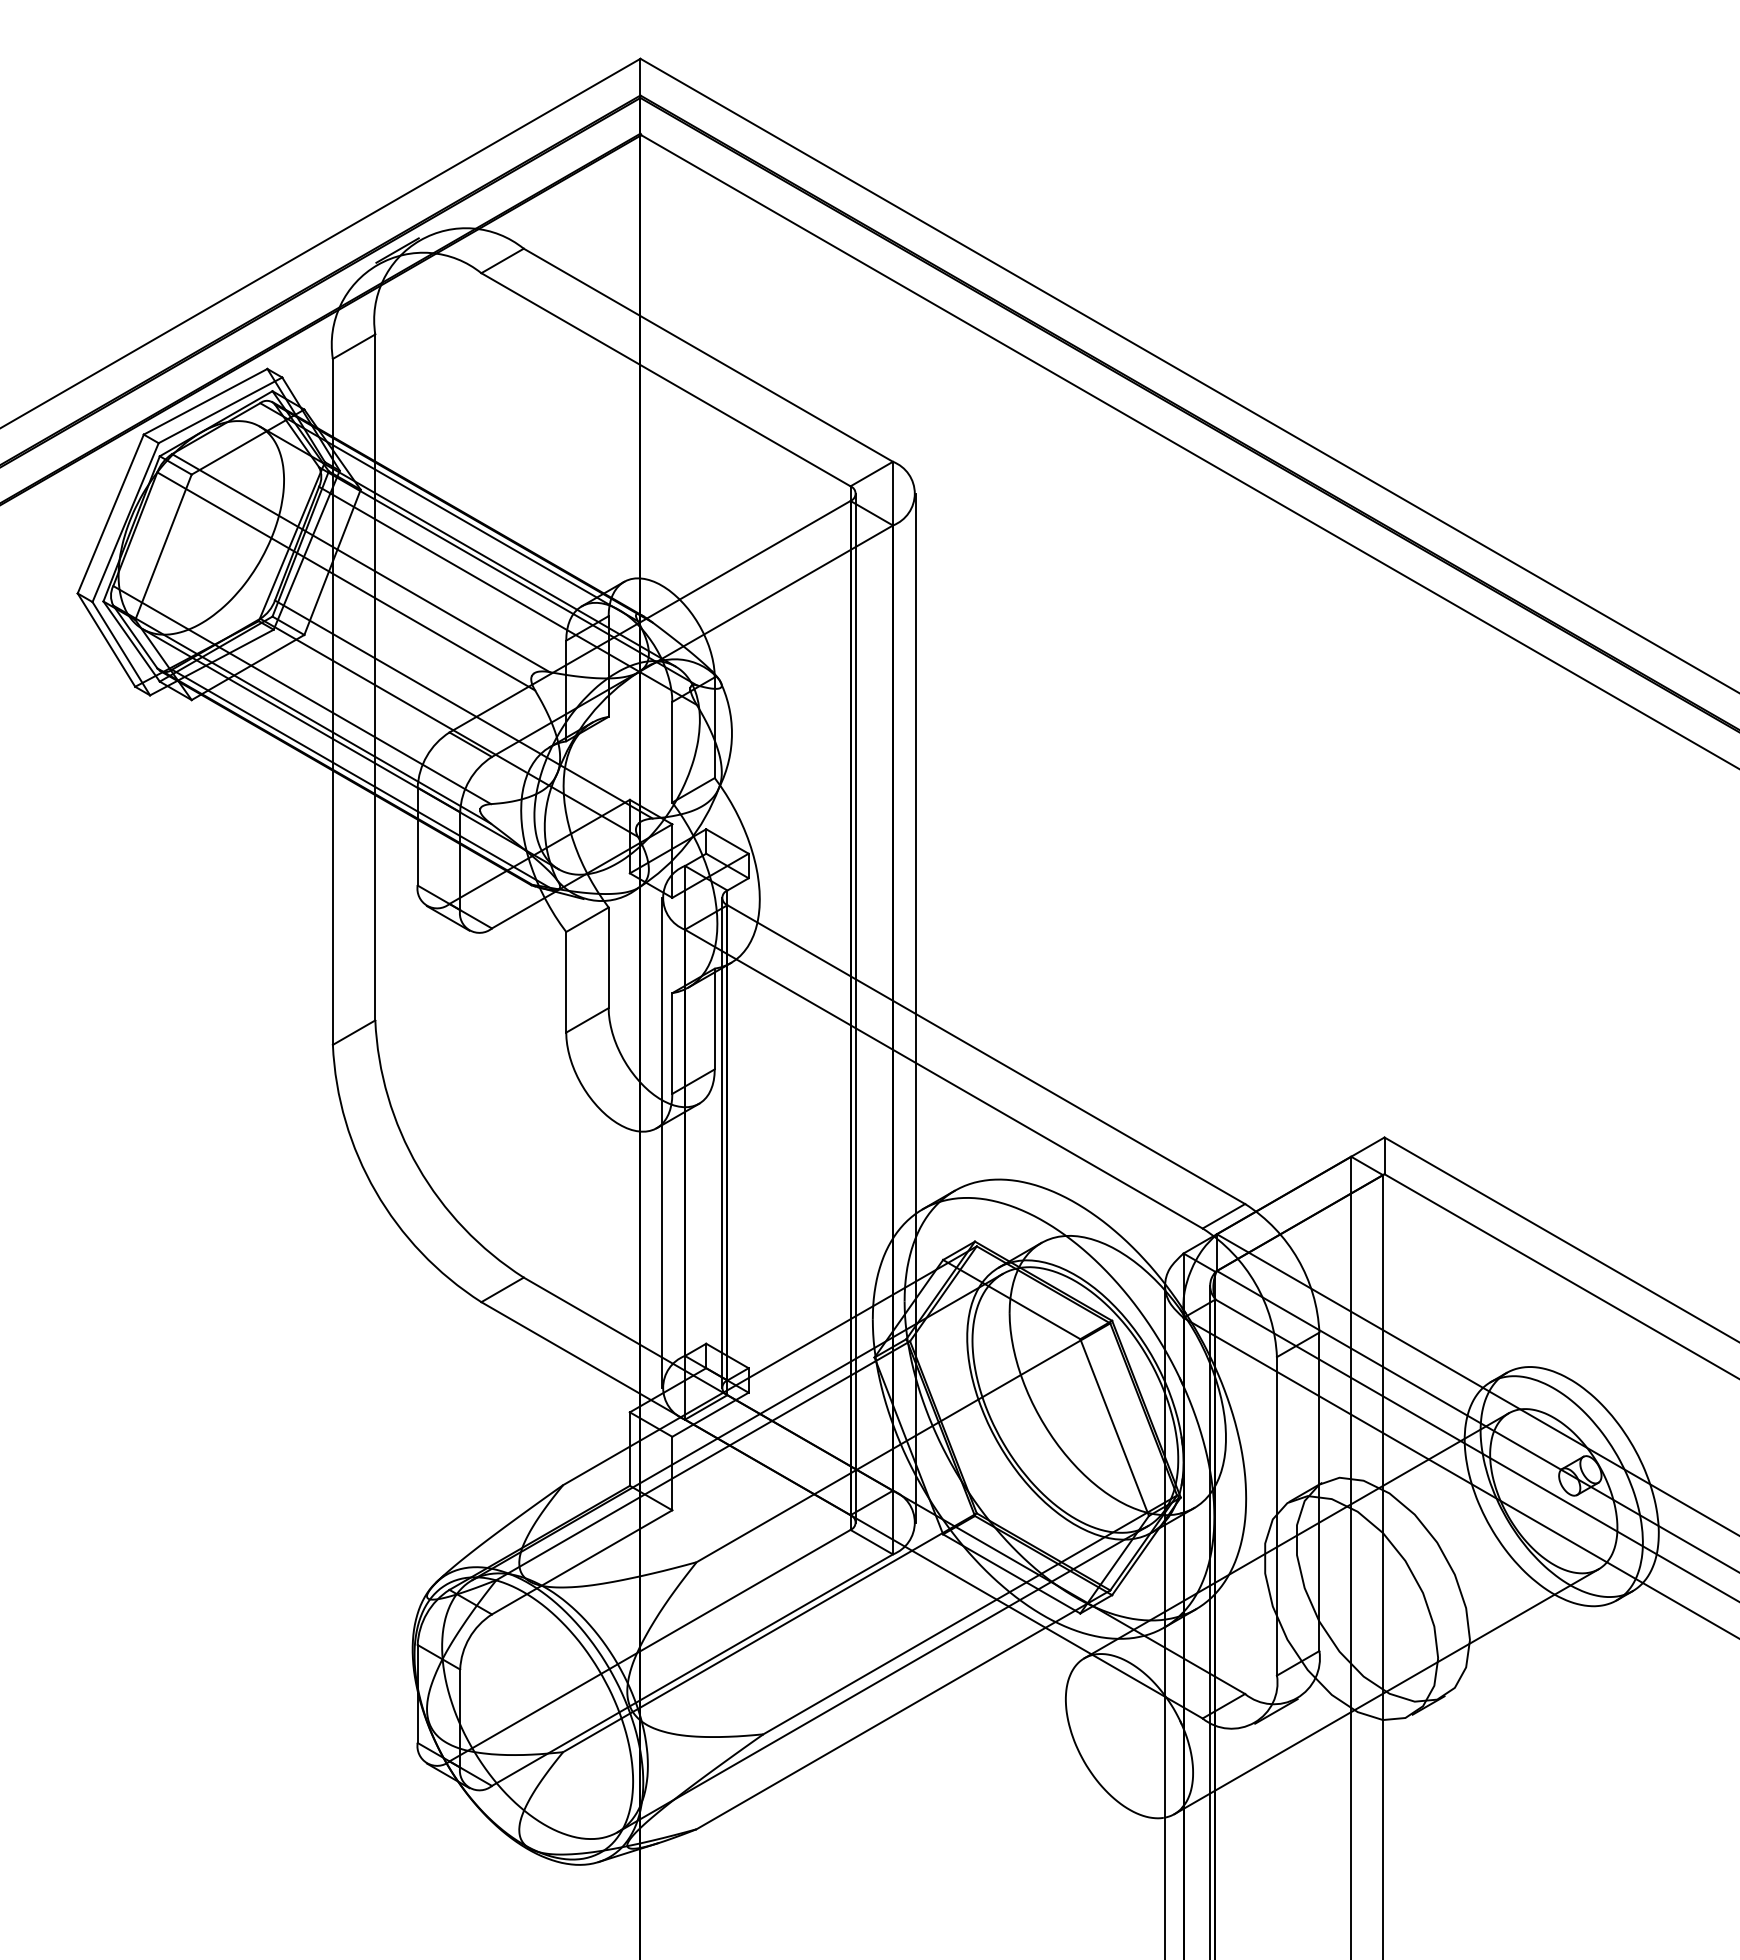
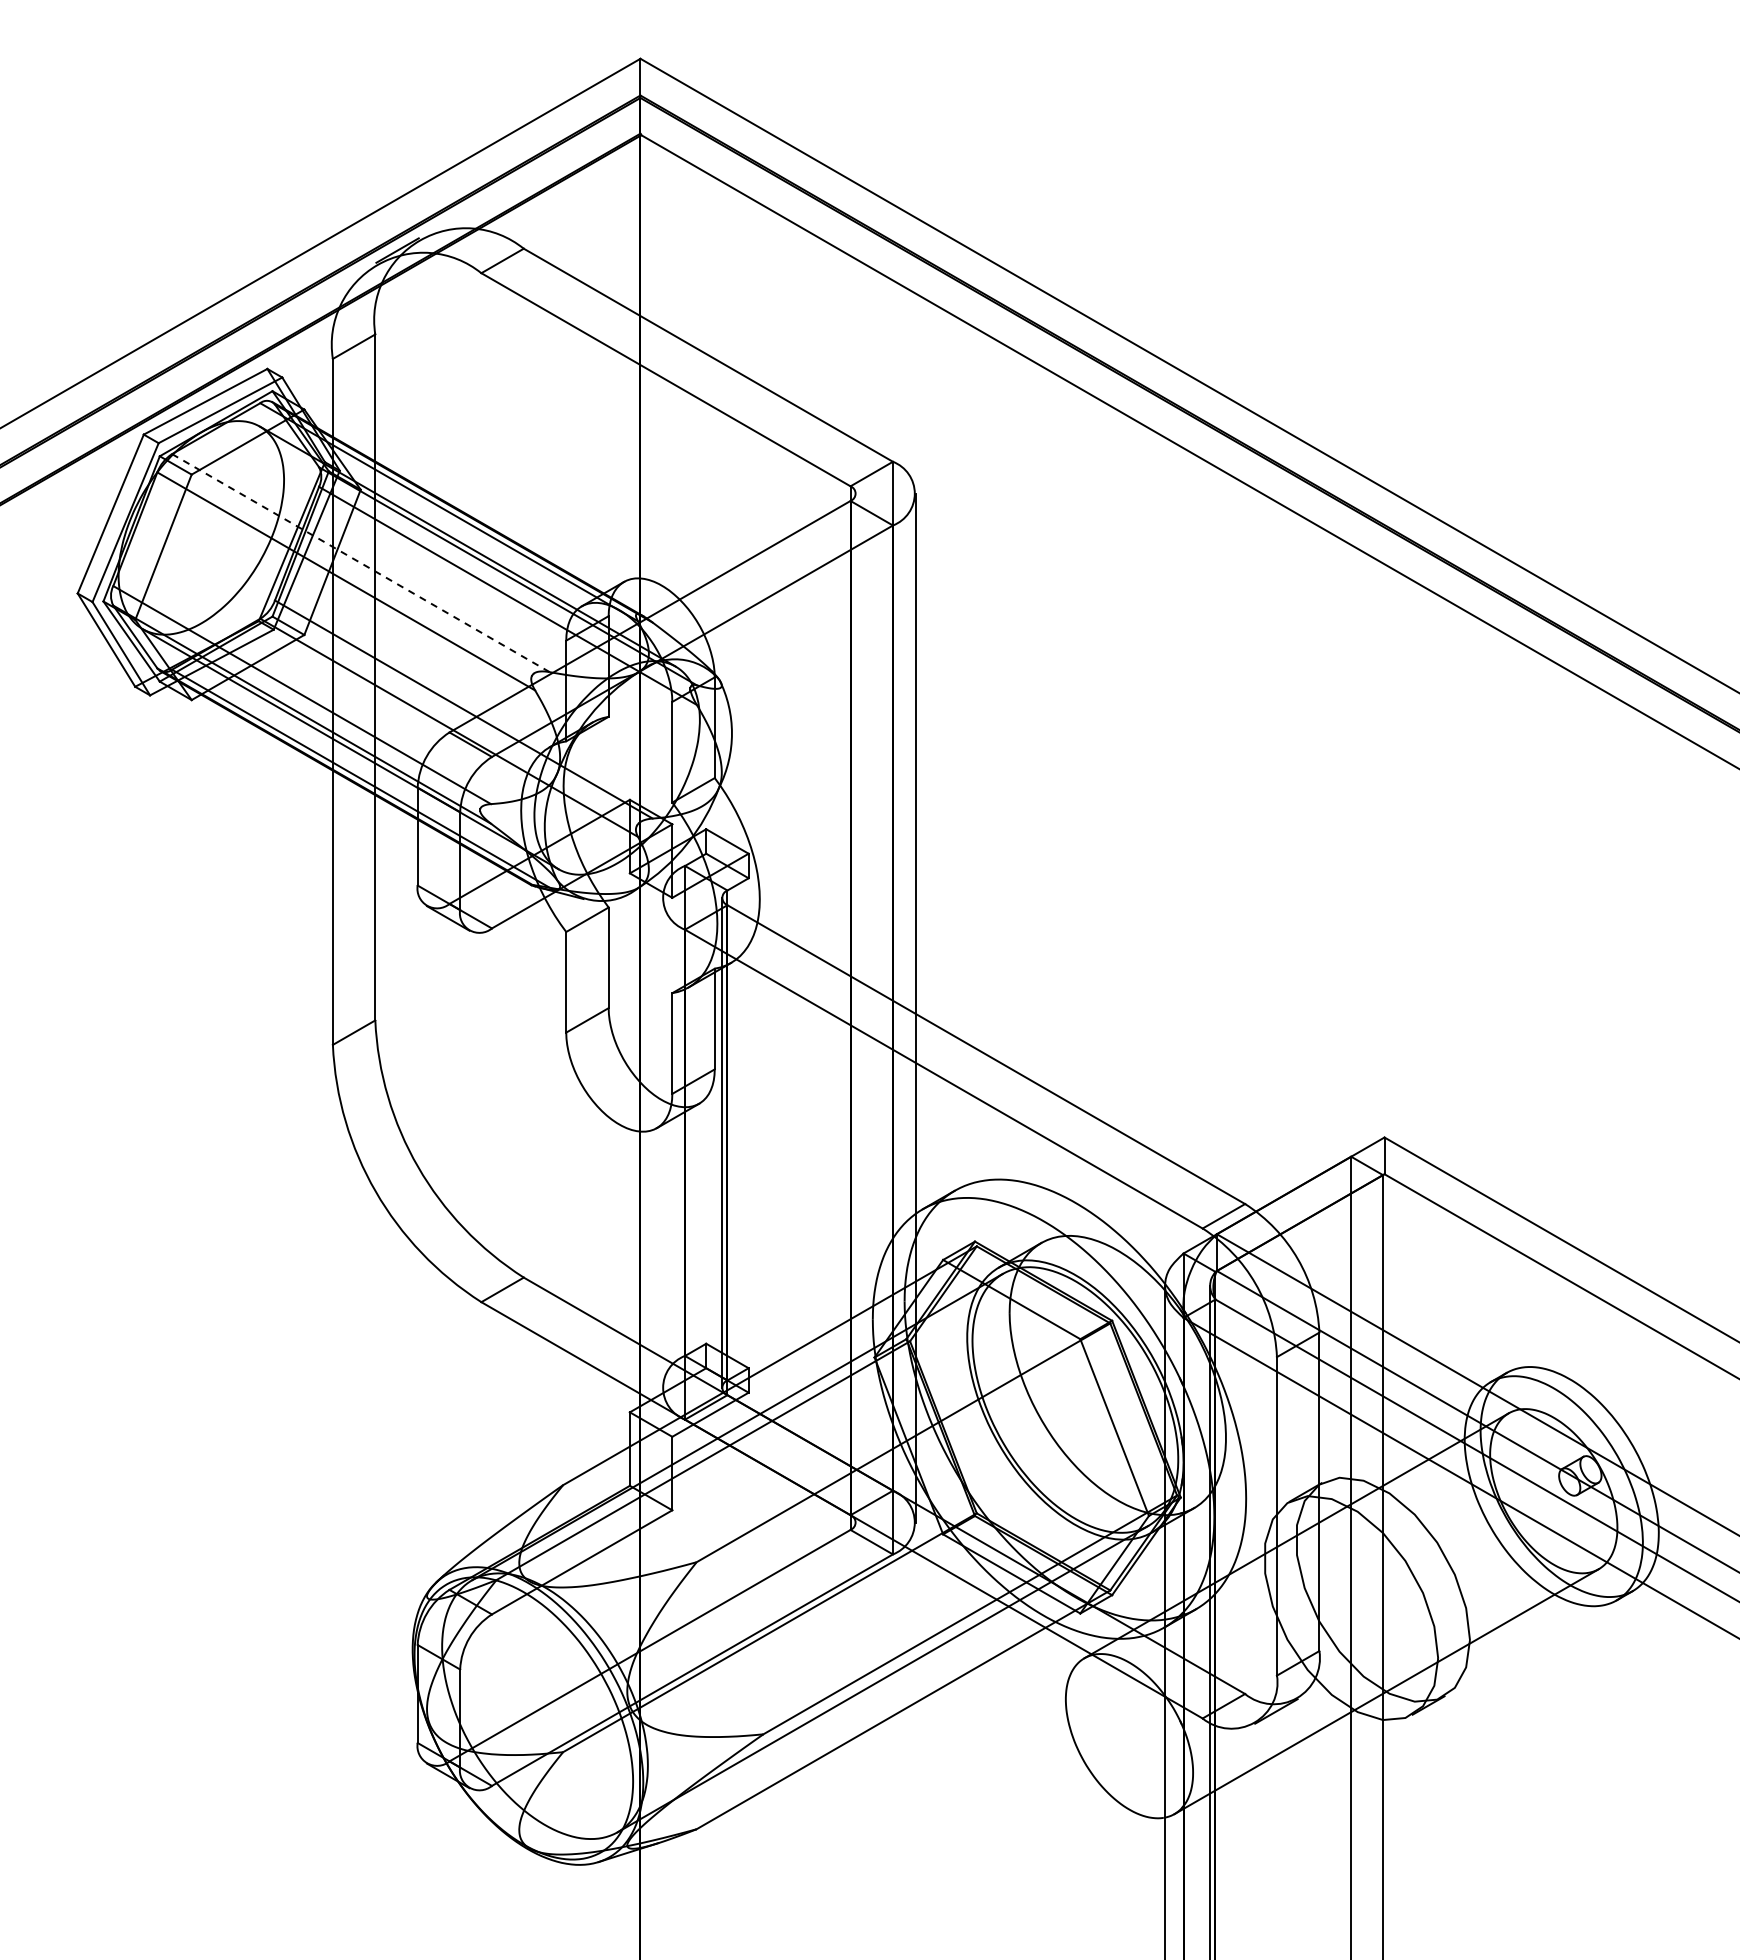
line at (361, 563): solid -> dashed
line at (855, 1007): present -> none
line at (662, 1142): present -> none
